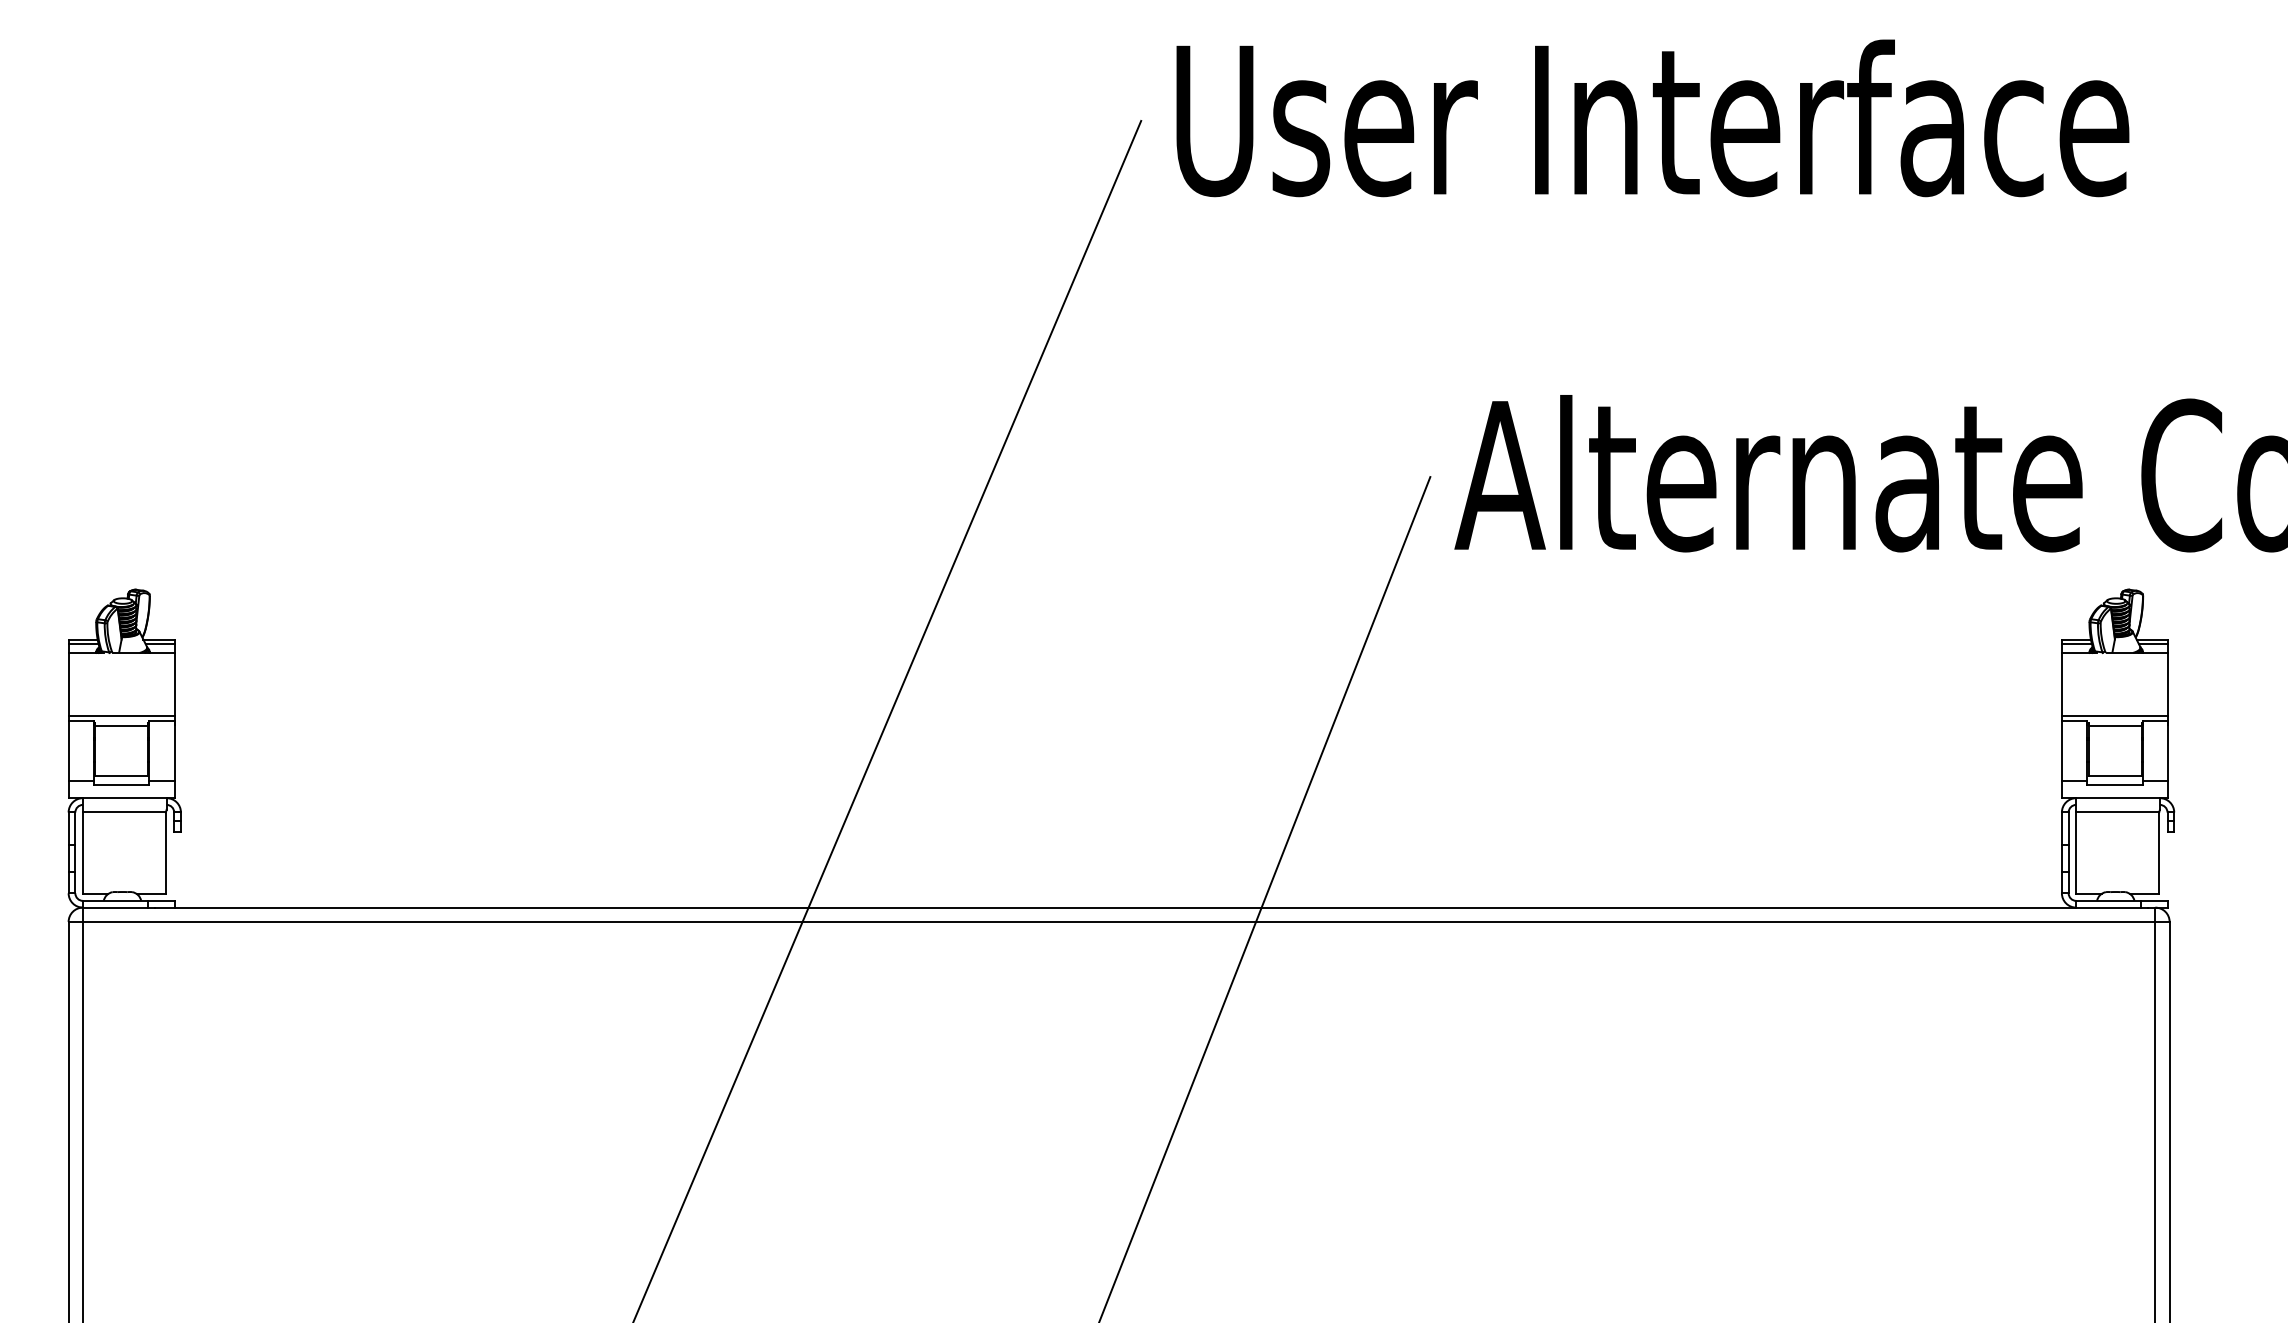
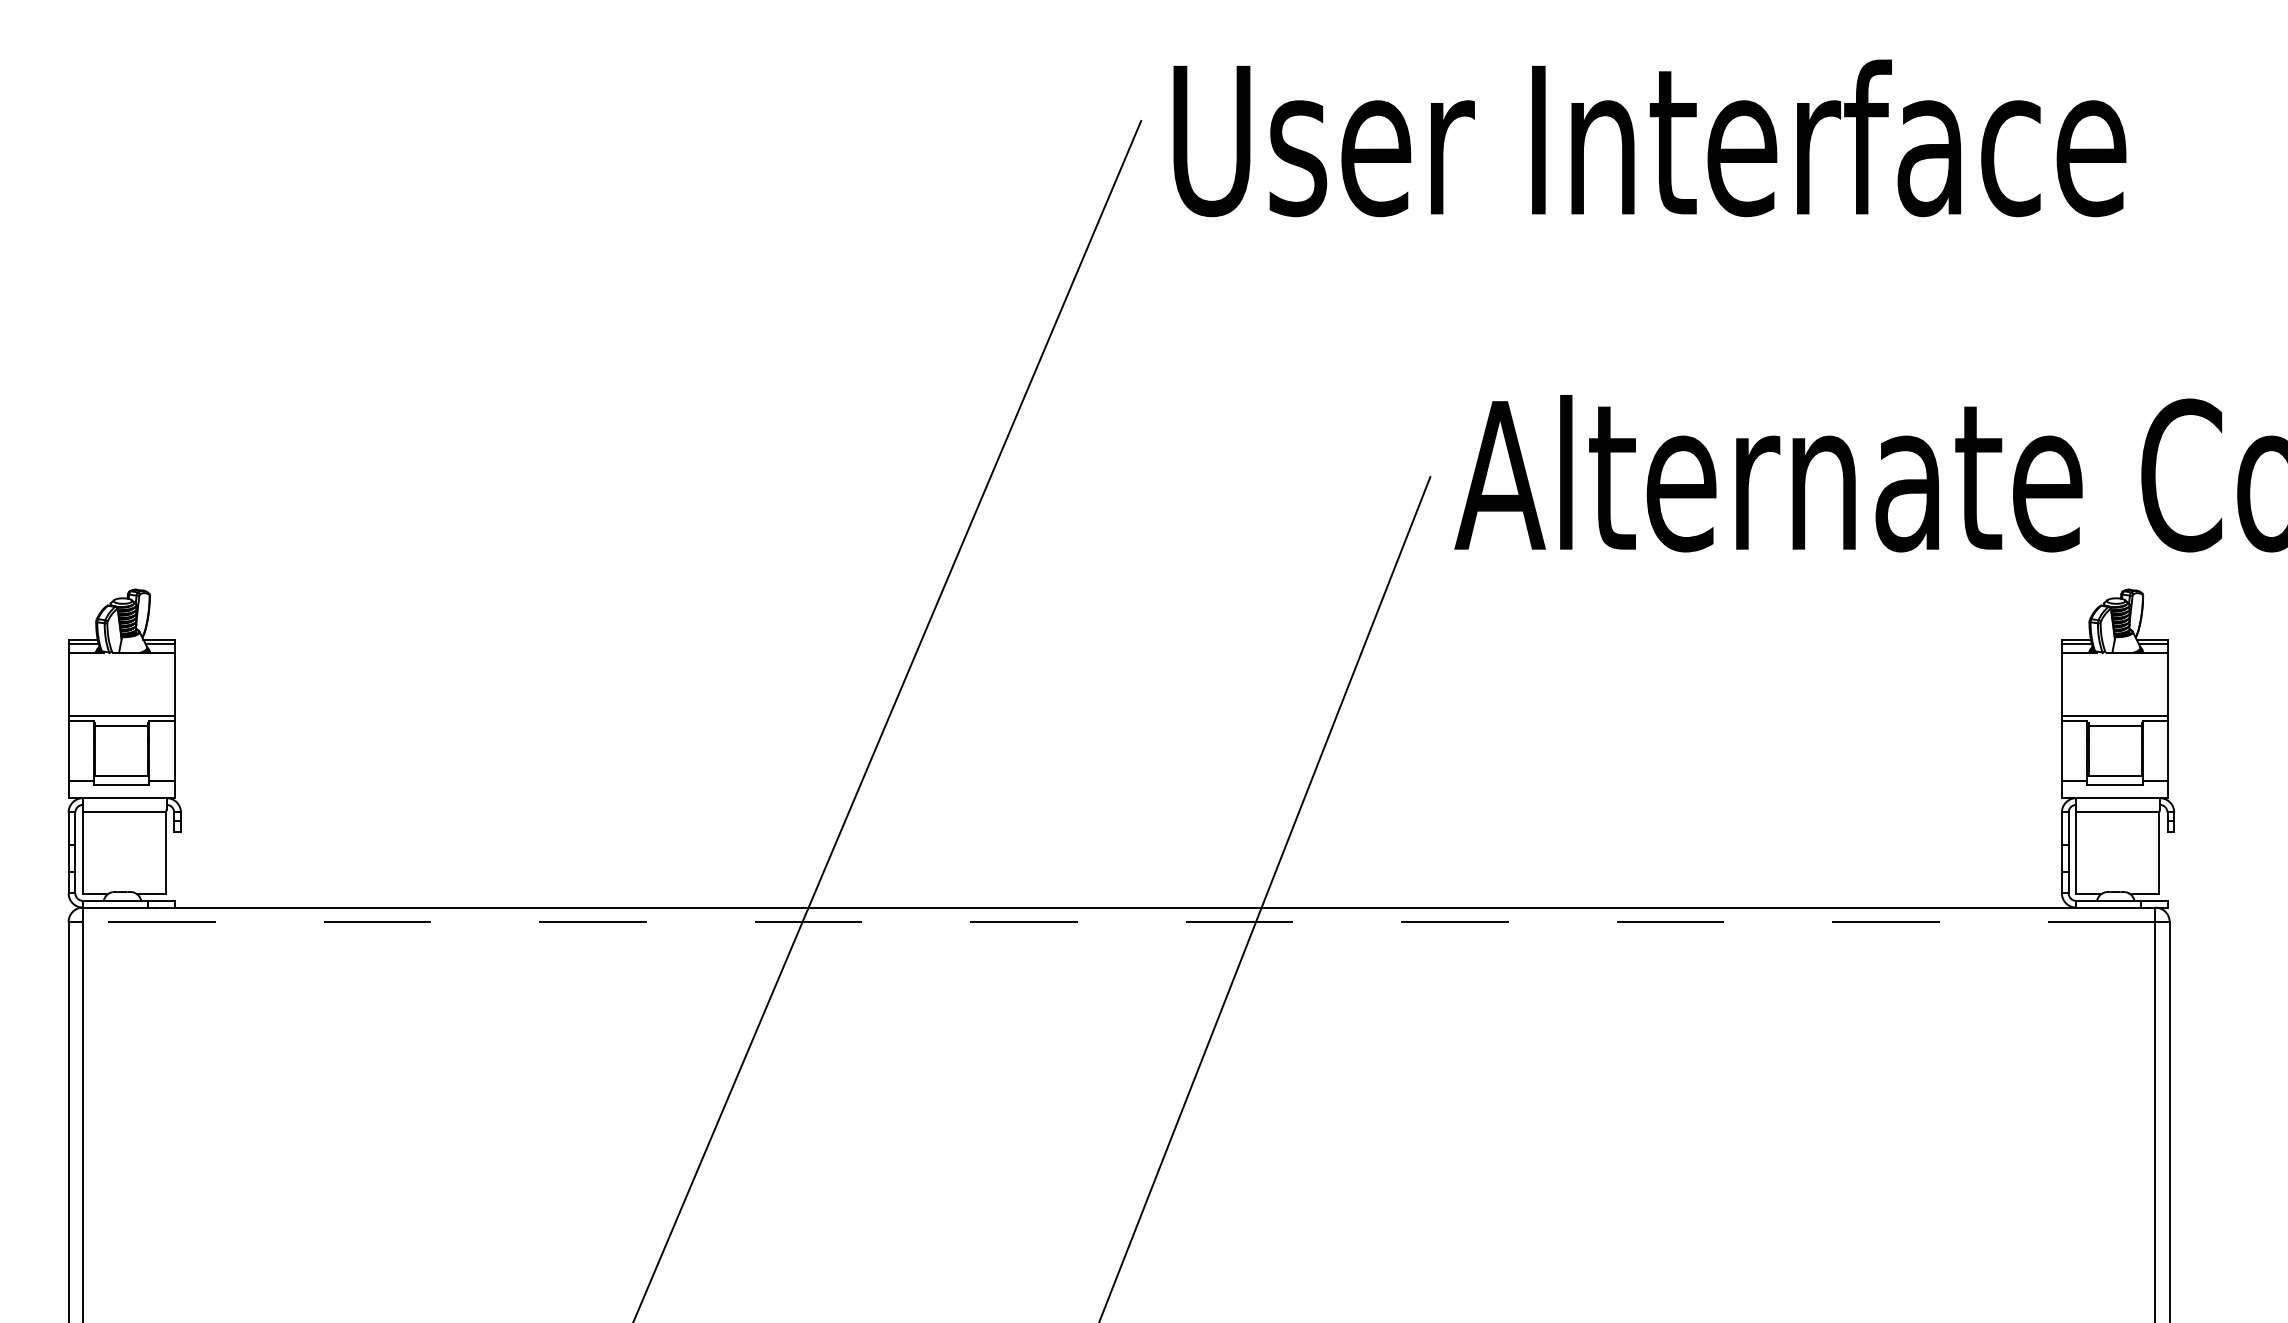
text at (1652, 118) position: (1652, 118) -> (1649, 138)
line at (1118, 921): solid -> dashed
